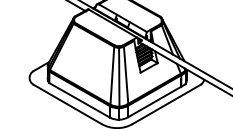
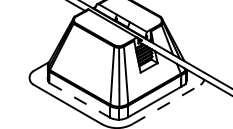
line at (80, 100): solid -> dashed
line at (167, 104): solid -> dashed
